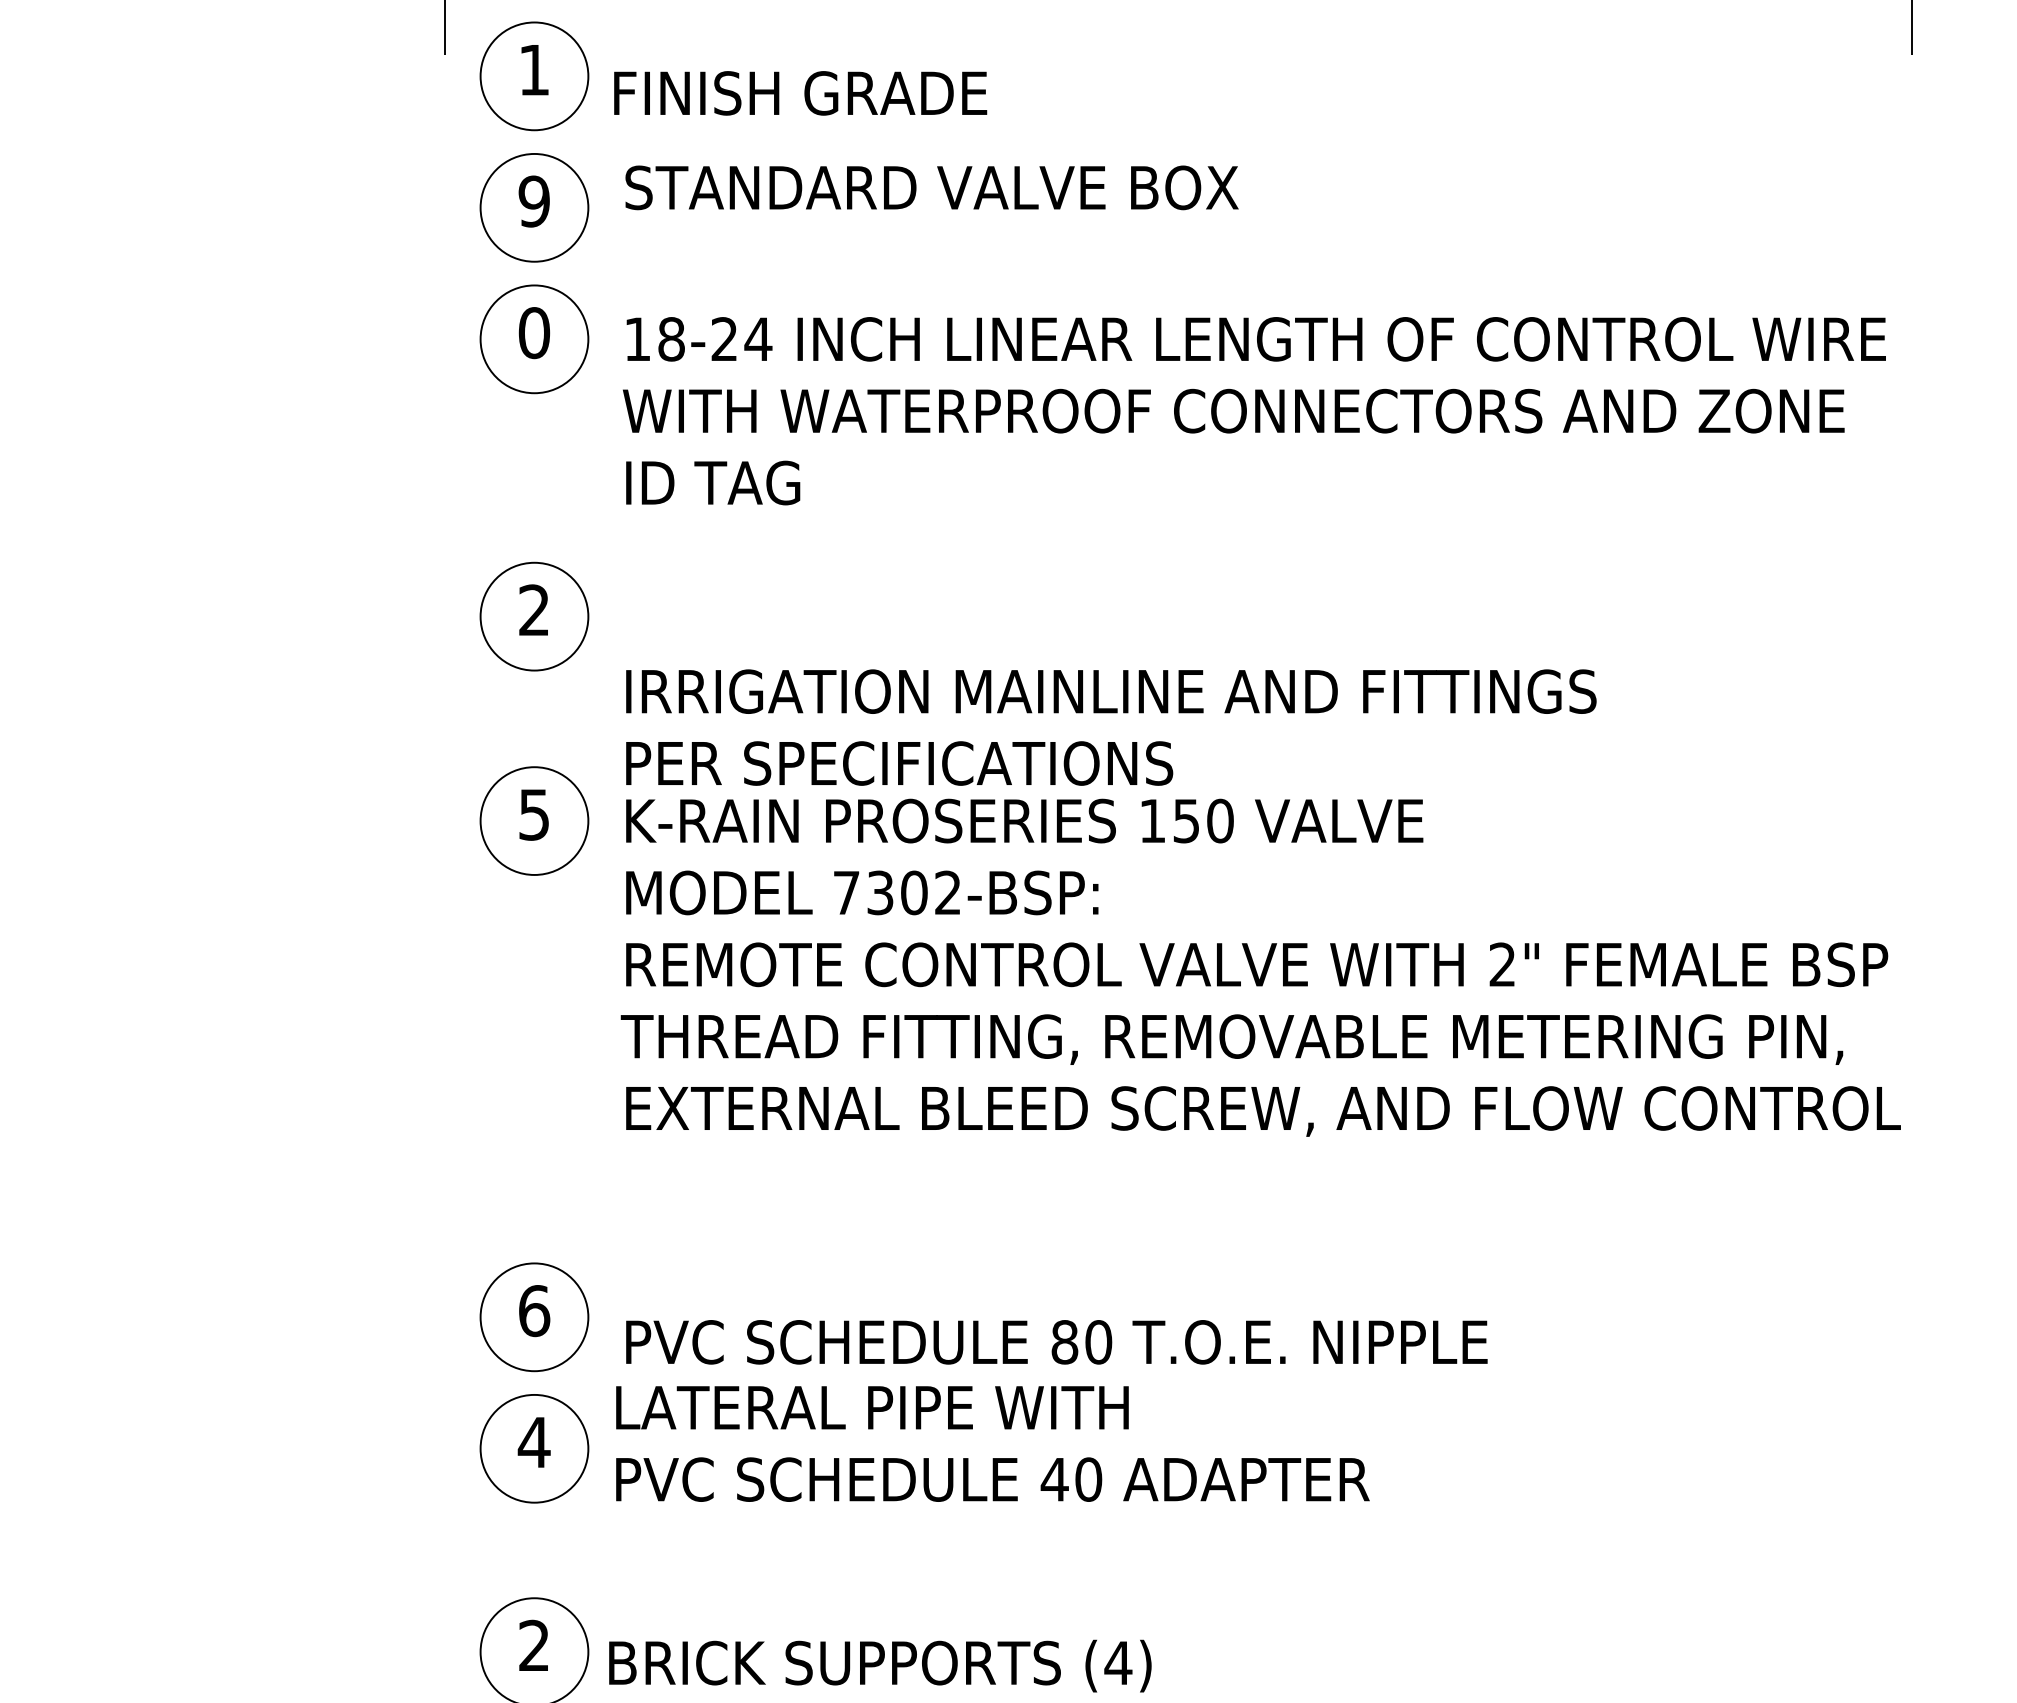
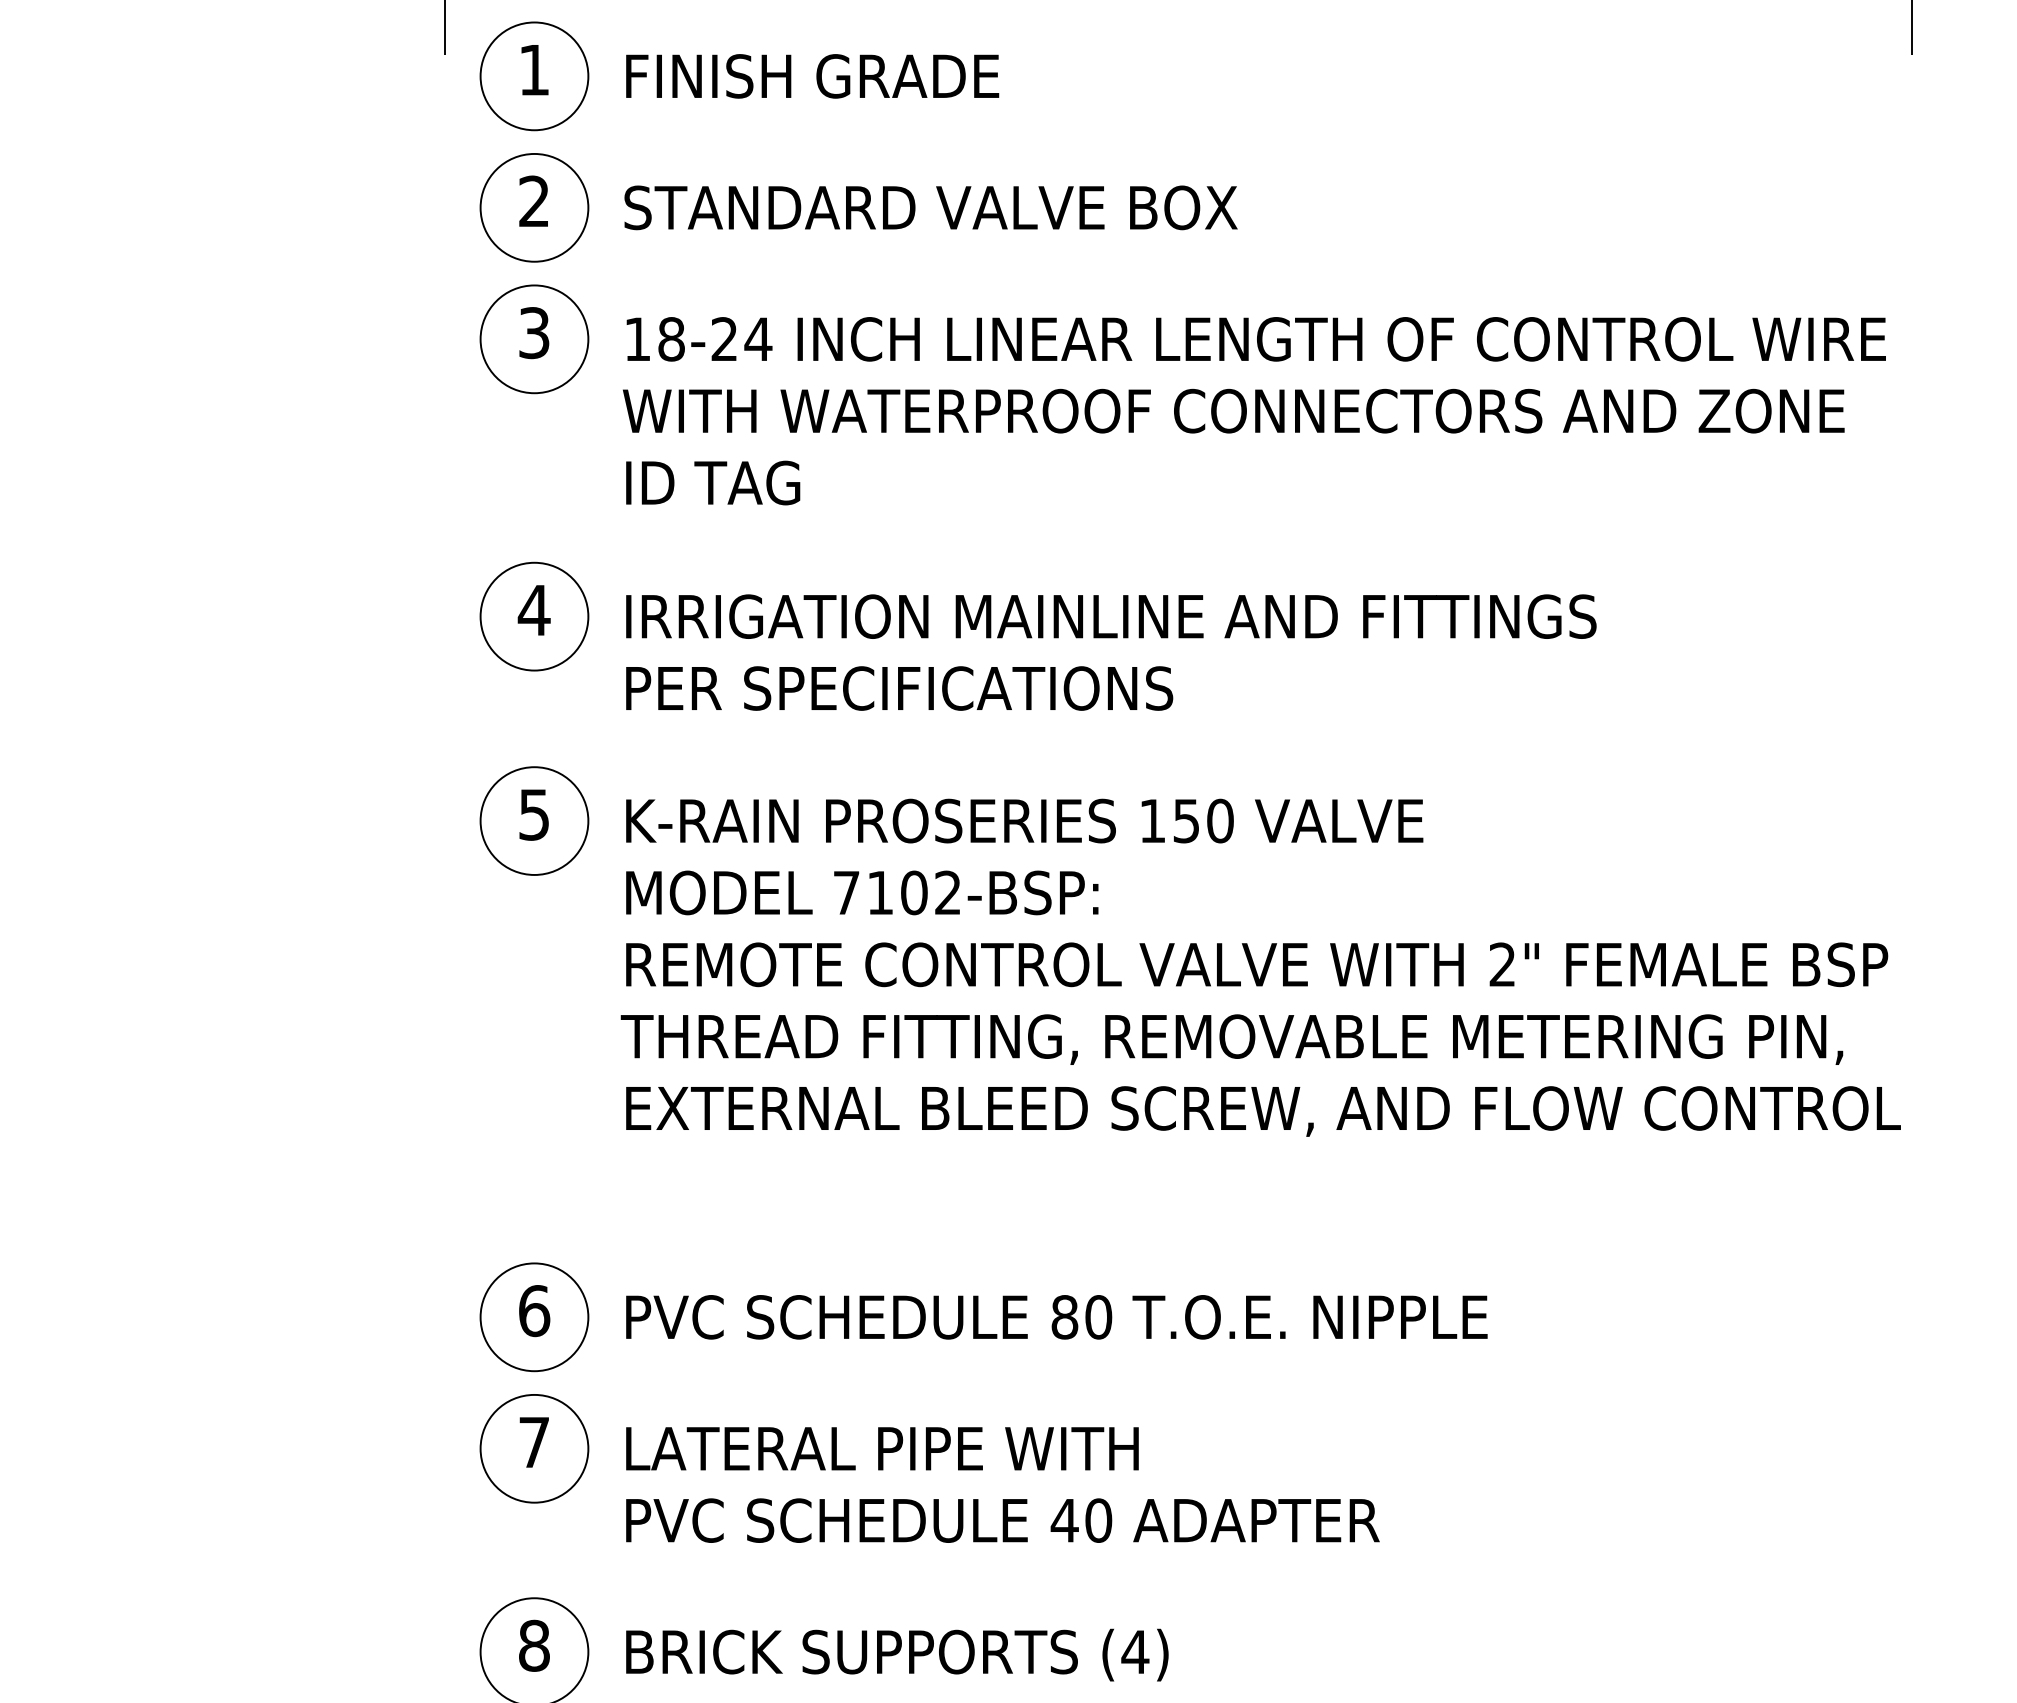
text at (800, 93) position: (800, 93) -> (812, 76)
text at (931, 187) position: (931, 187) -> (930, 207)
text at (533, 201): 9 -> 2
text at (534, 333): 0 -> 3
text at (533, 609): 2 -> 4
text at (1111, 727) position: (1111, 727) -> (1111, 652)
text at (880, 892): 7302-BSP:^JREMOTE -> 7102-BSP:^JREMOTE
text at (1056, 1342) position: (1056, 1342) -> (1056, 1317)
text at (533, 1442): 4 -> 7
text at (992, 1443) position: (992, 1443) -> (1002, 1484)
text at (534, 1645): 2 -> 8
text at (880, 1665) position: (880, 1665) -> (897, 1654)
